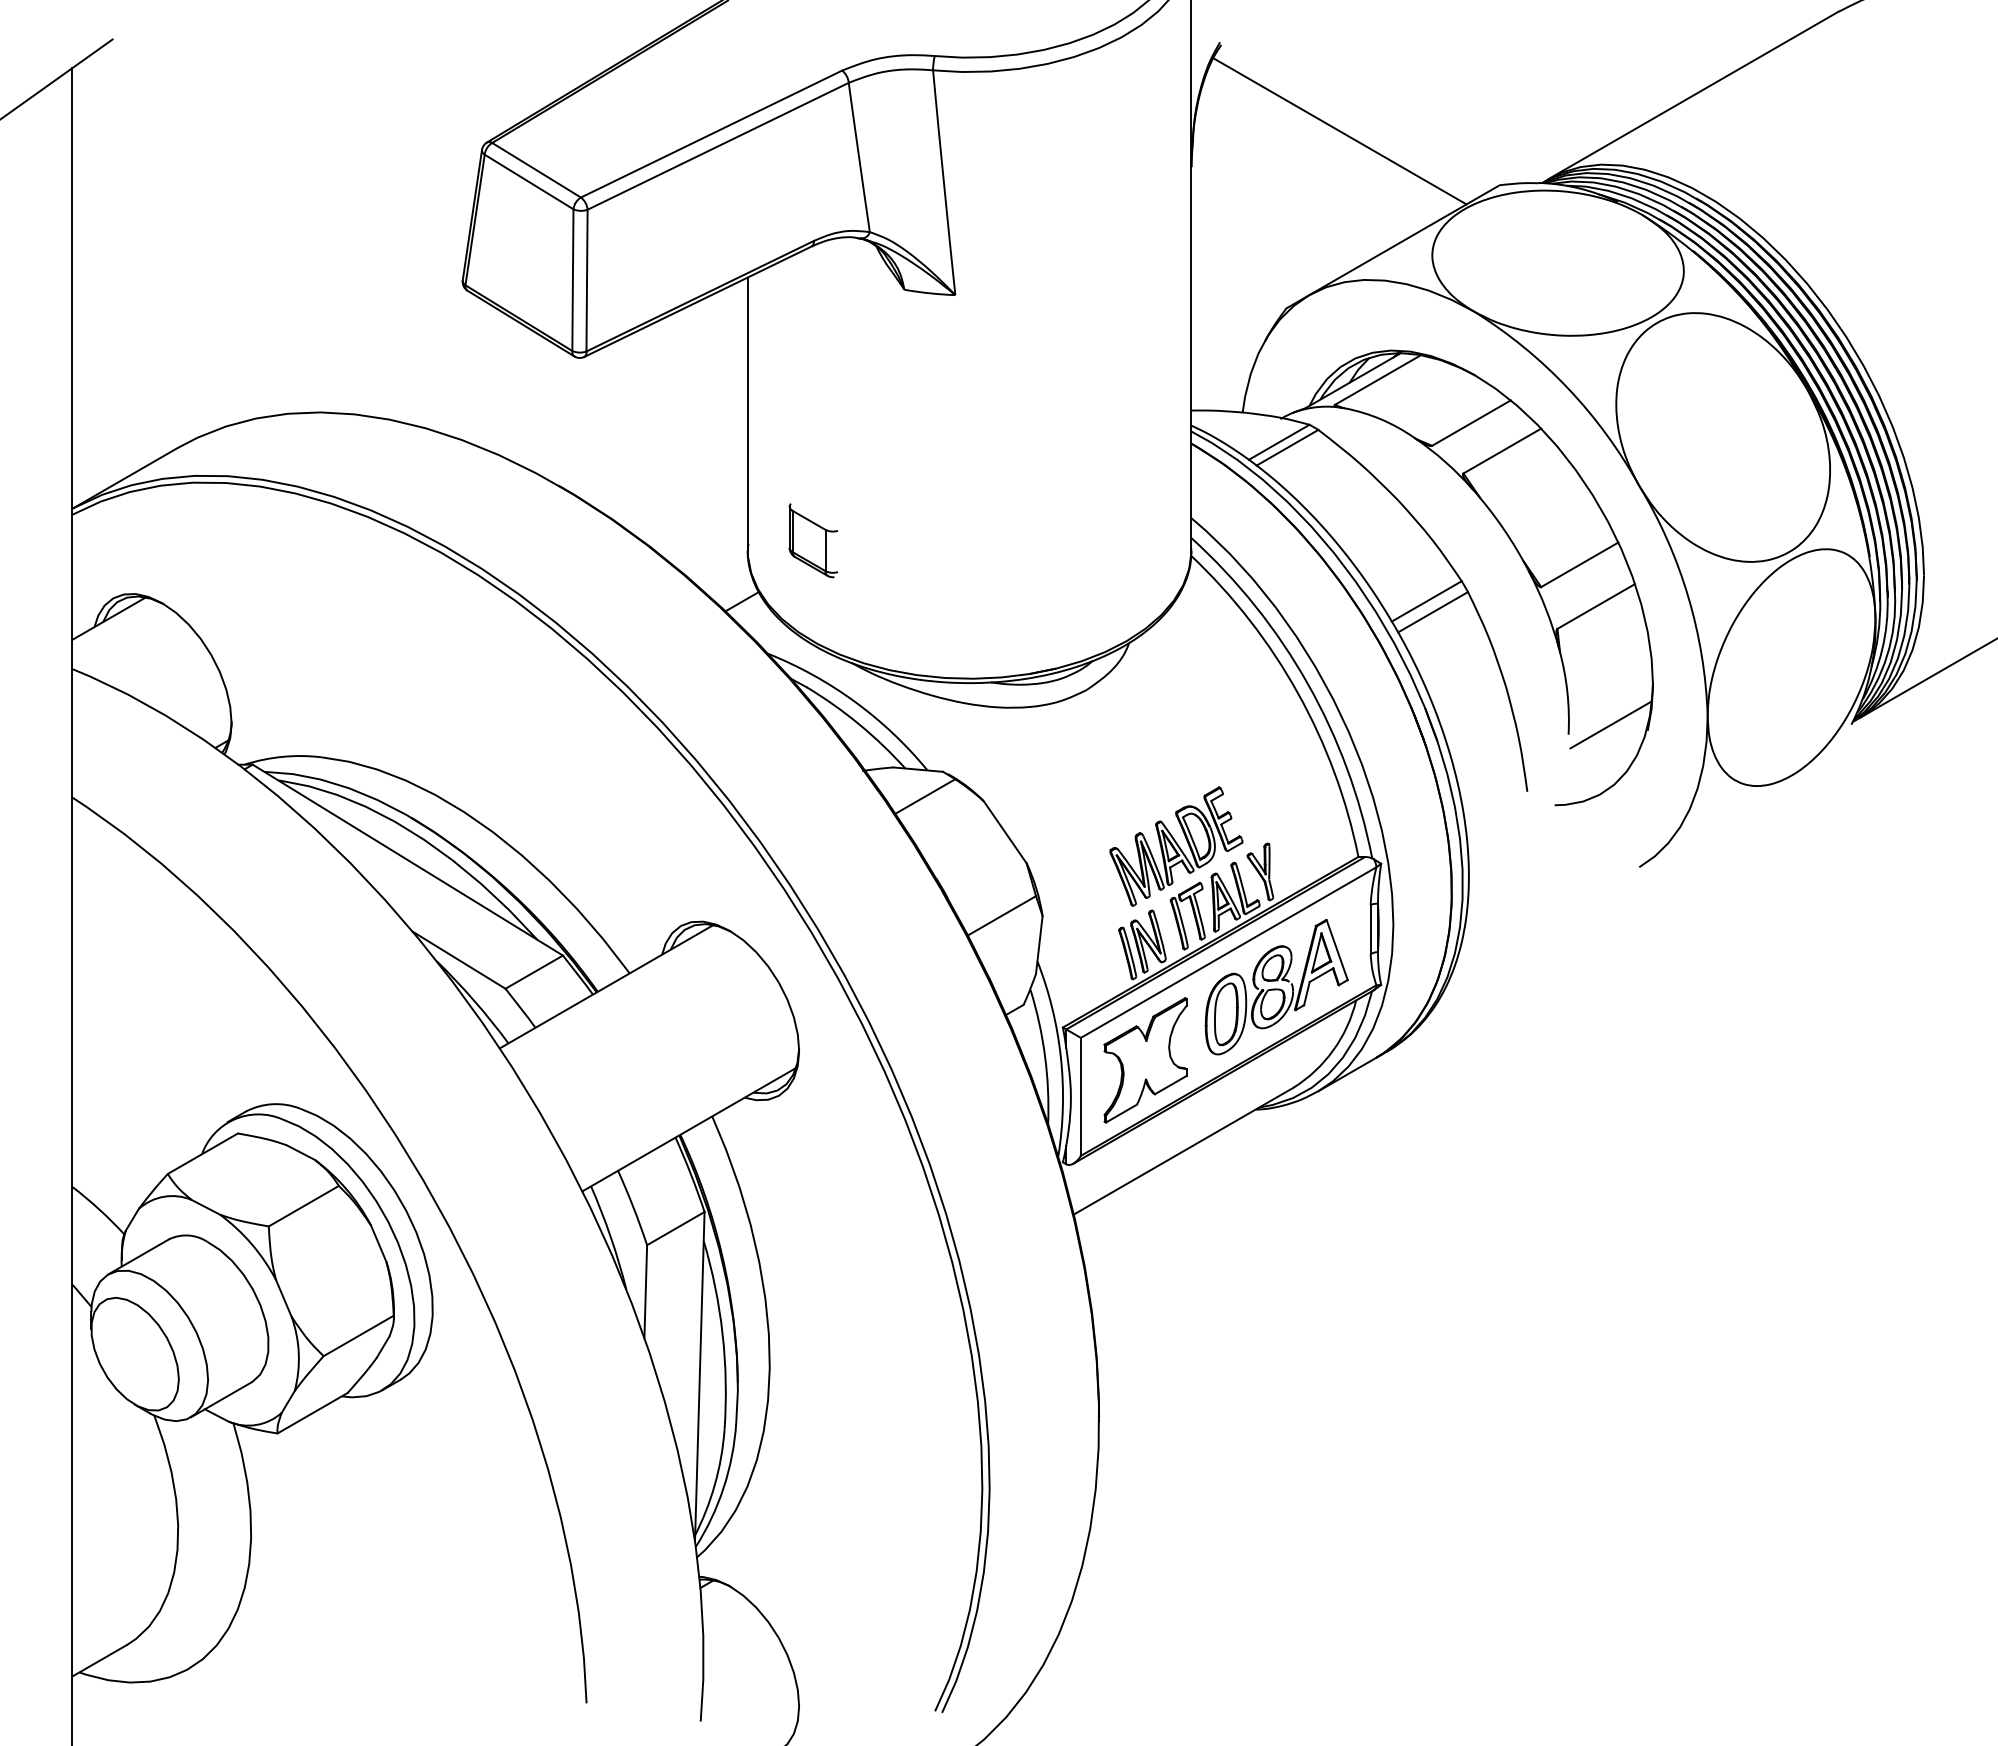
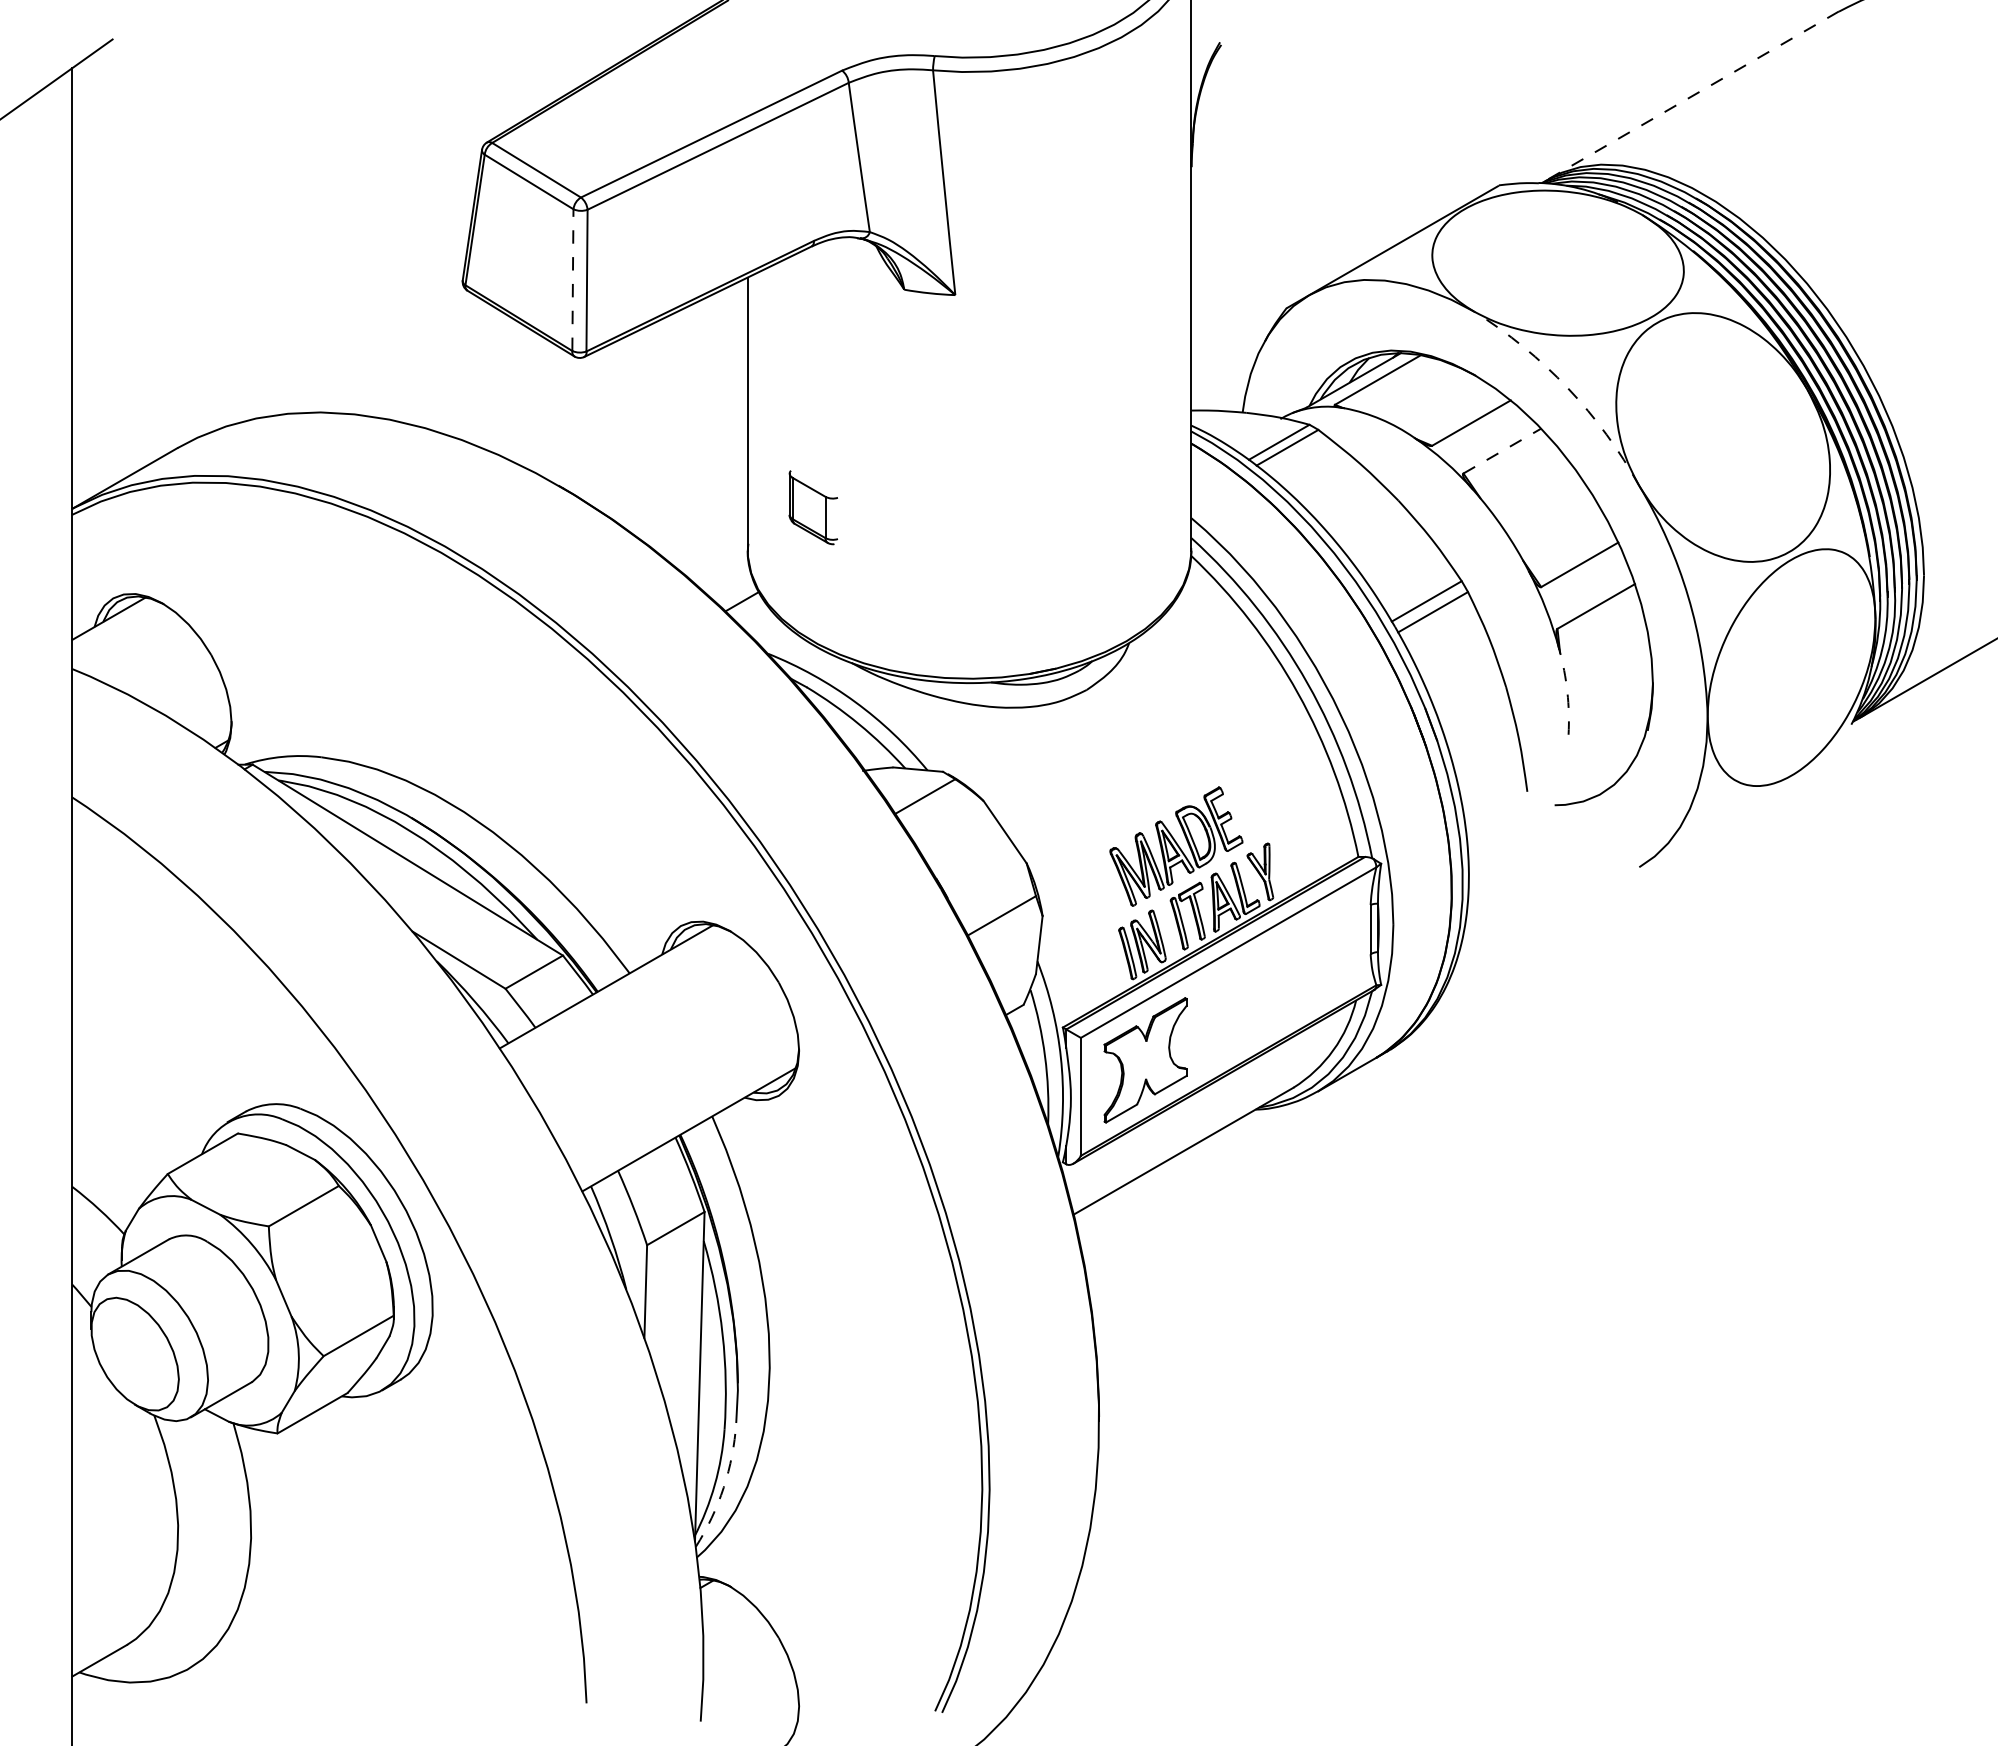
line at (1693, 95): solid -> dashed
line at (1339, 131): present -> none
line at (572, 280): solid -> dashed
arc at (1567, 388): solid -> dashed
line at (1502, 451): solid -> dashed
part at (812, 540) position: (812, 540) -> (812, 507)
arc at (1567, 691): solid -> dashed
line at (1610, 724): present -> none
part at (1276, 987): present -> none
arc at (723, 1487): solid -> dashed
